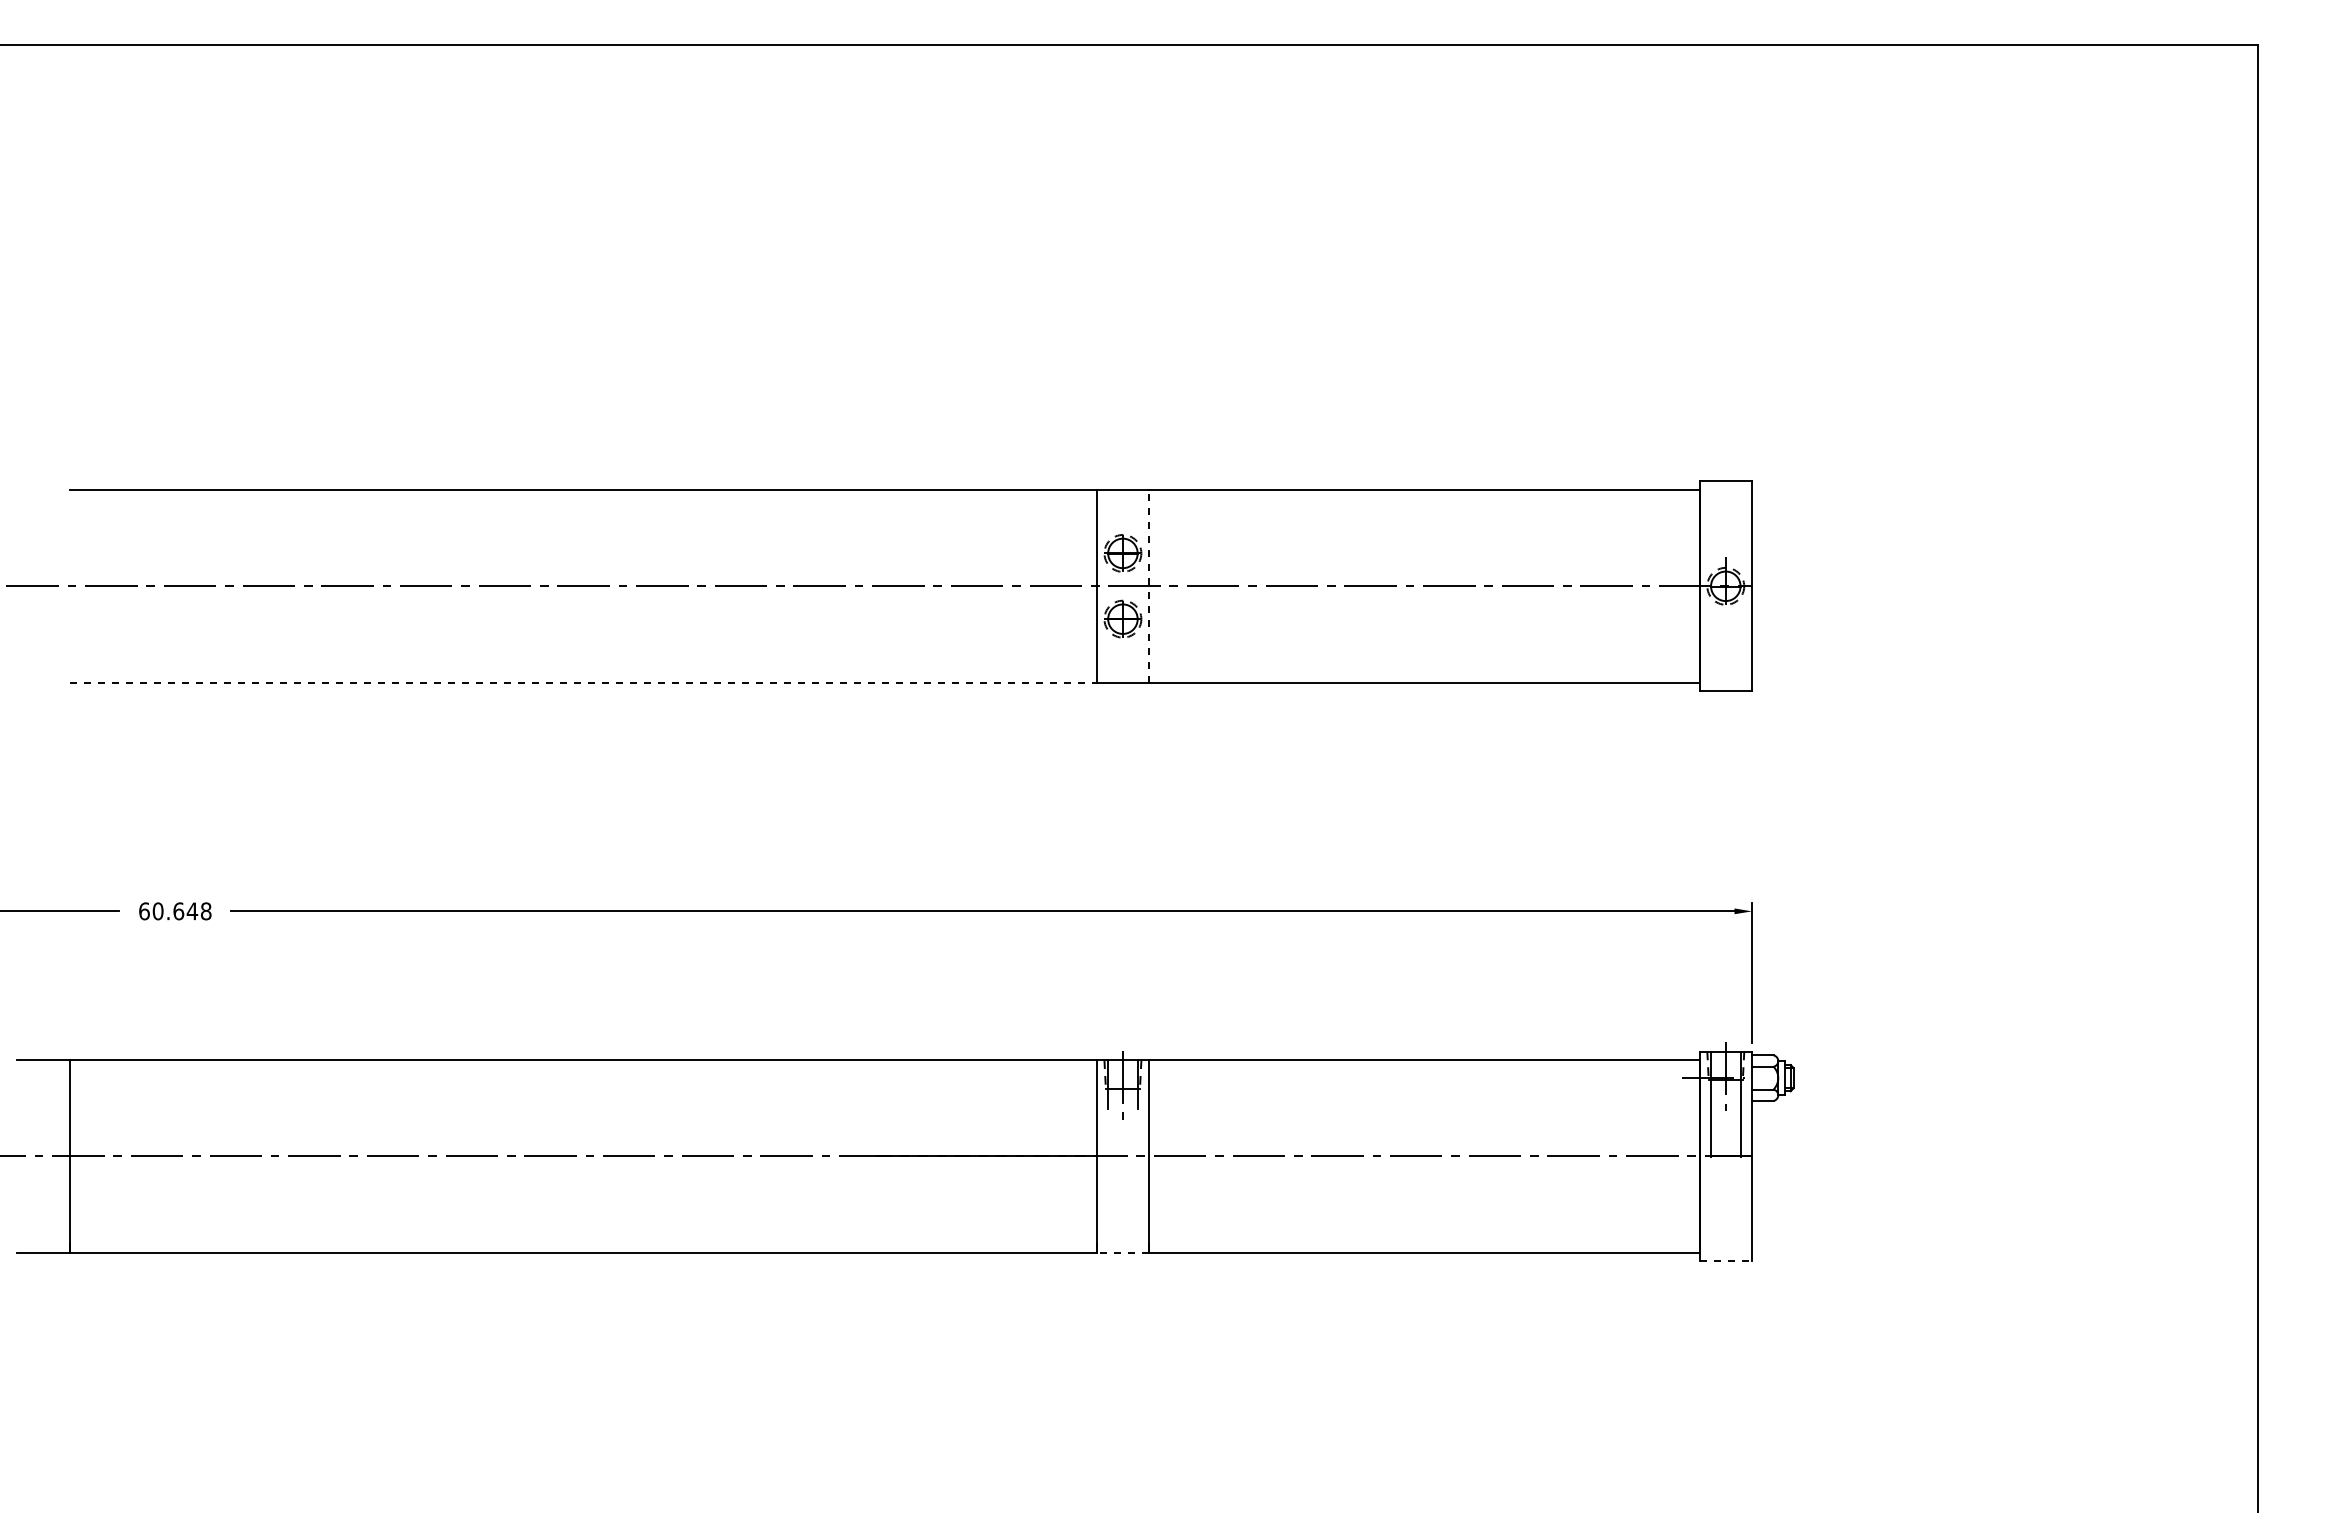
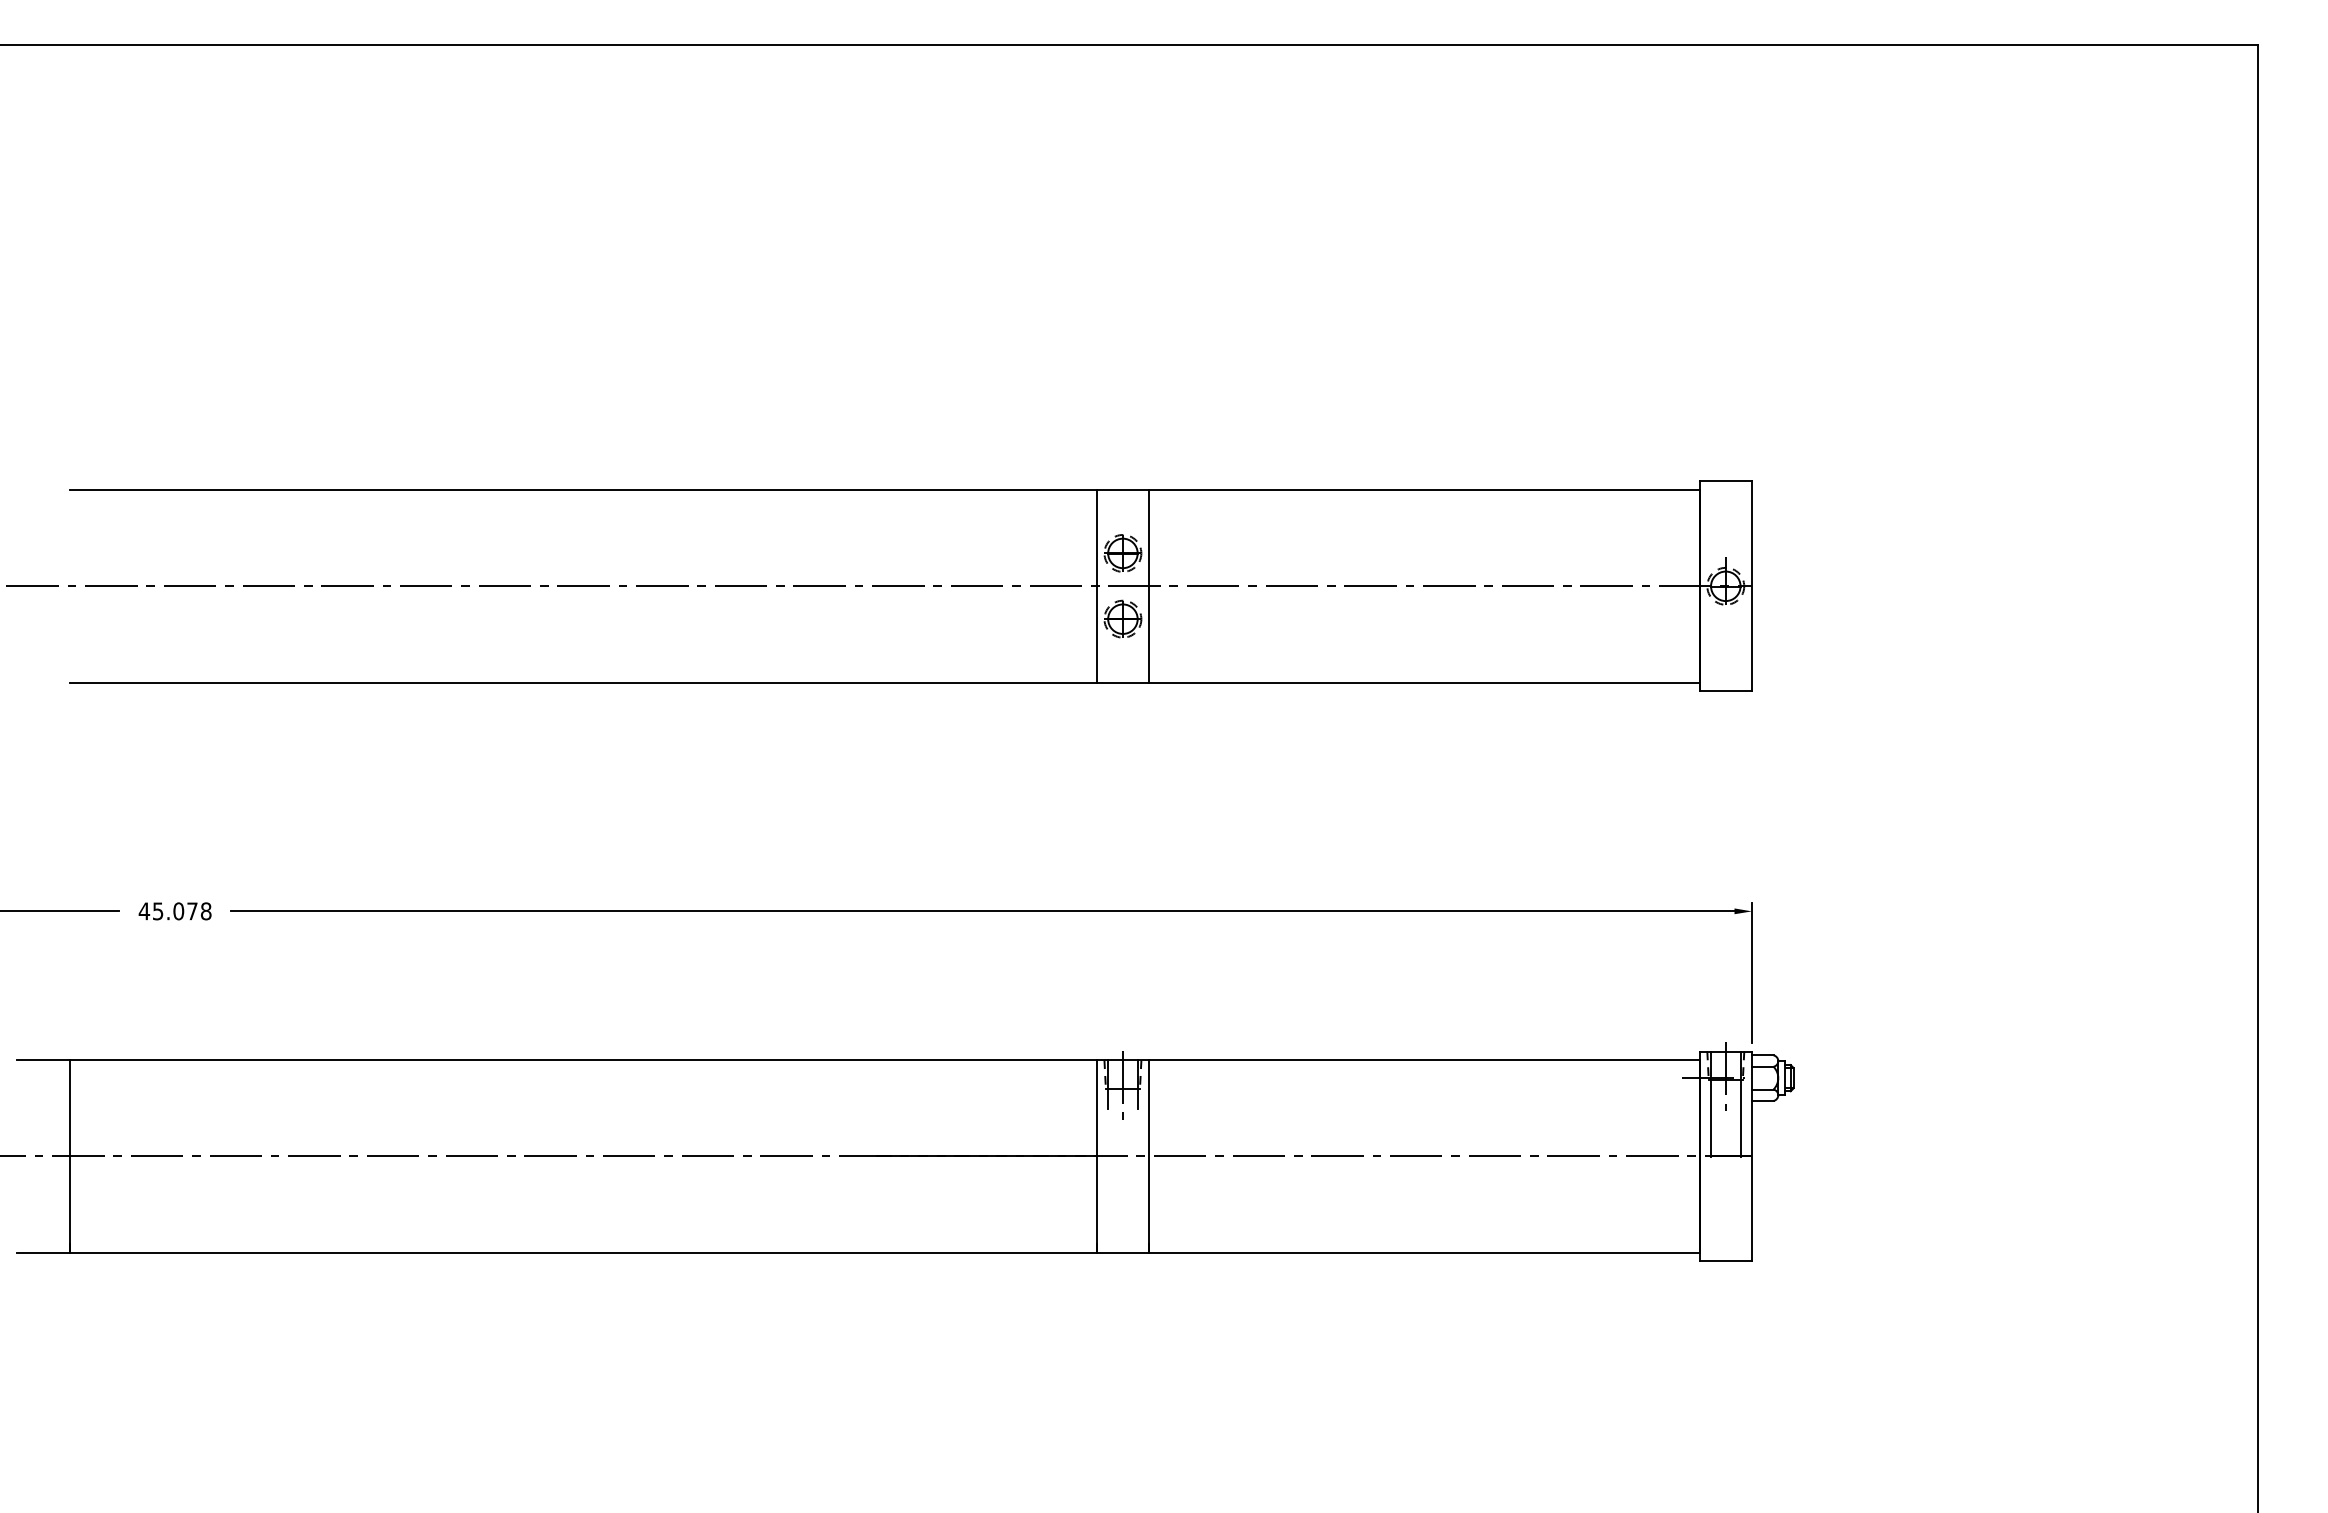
line at (1149, 585): dashed -> solid
line at (583, 682): dashed -> solid
text at (168, 911): 60.648 -> 45.078
line at (1122, 1252): dashed -> solid
line at (1726, 1261): dashed -> solid
